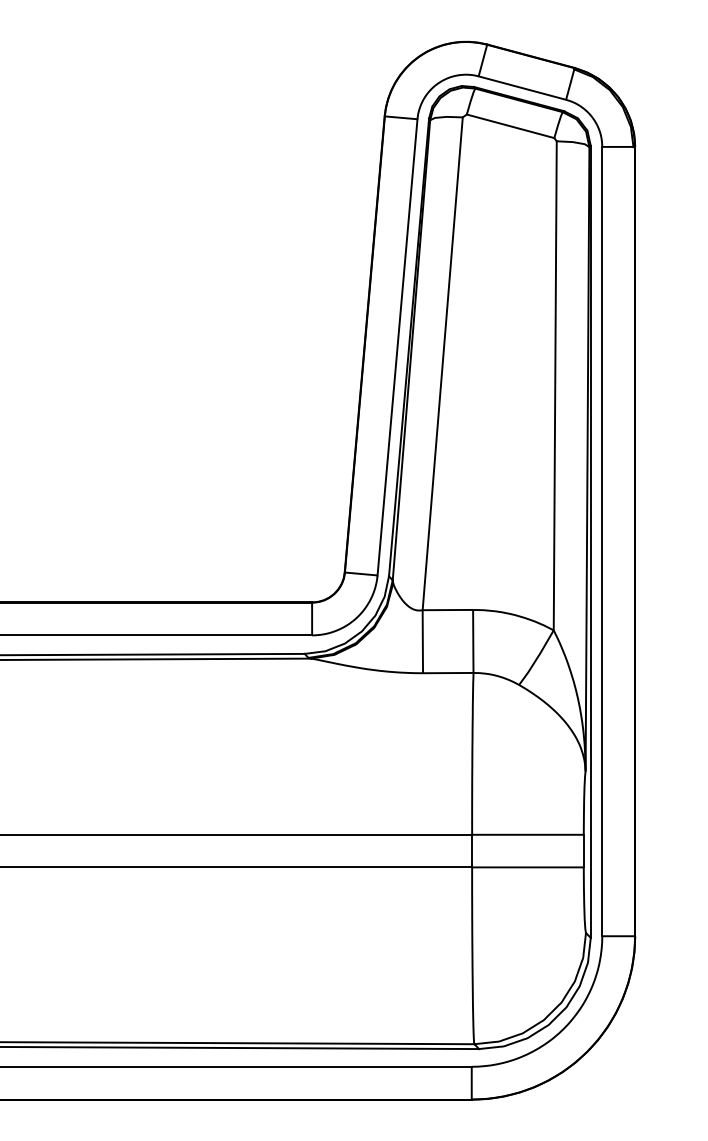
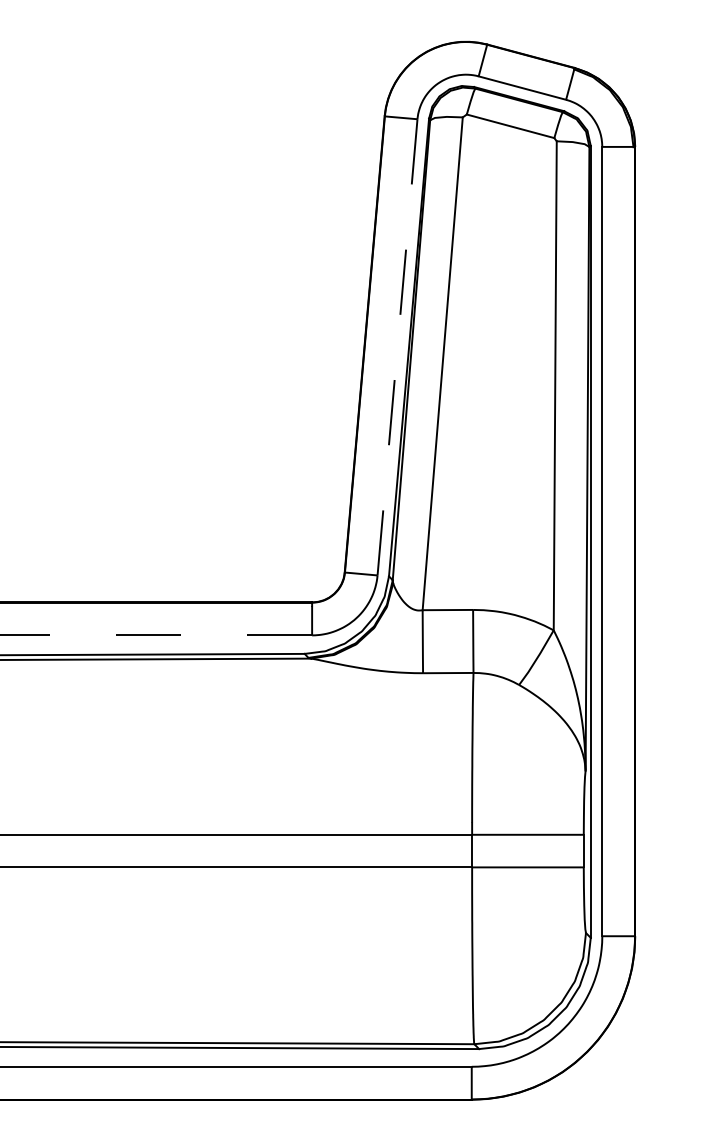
line at (397, 347): solid -> dashed
line at (156, 635): solid -> dashed
